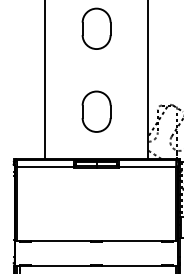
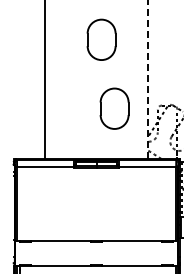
part at (96, 28) position: (96, 28) -> (101, 39)
line at (148, 79): solid -> dashed
part at (96, 111) position: (96, 111) -> (114, 108)
